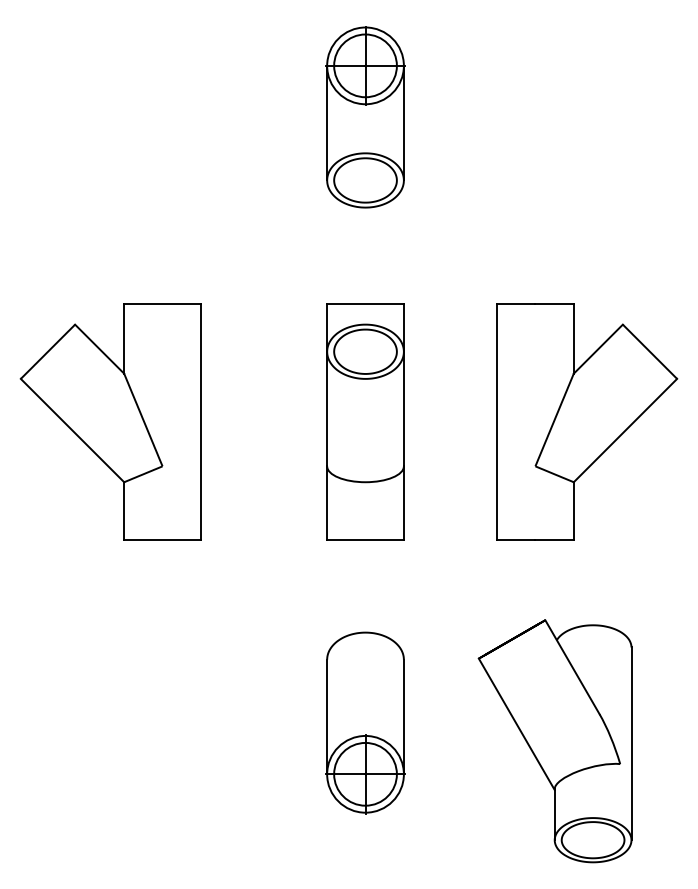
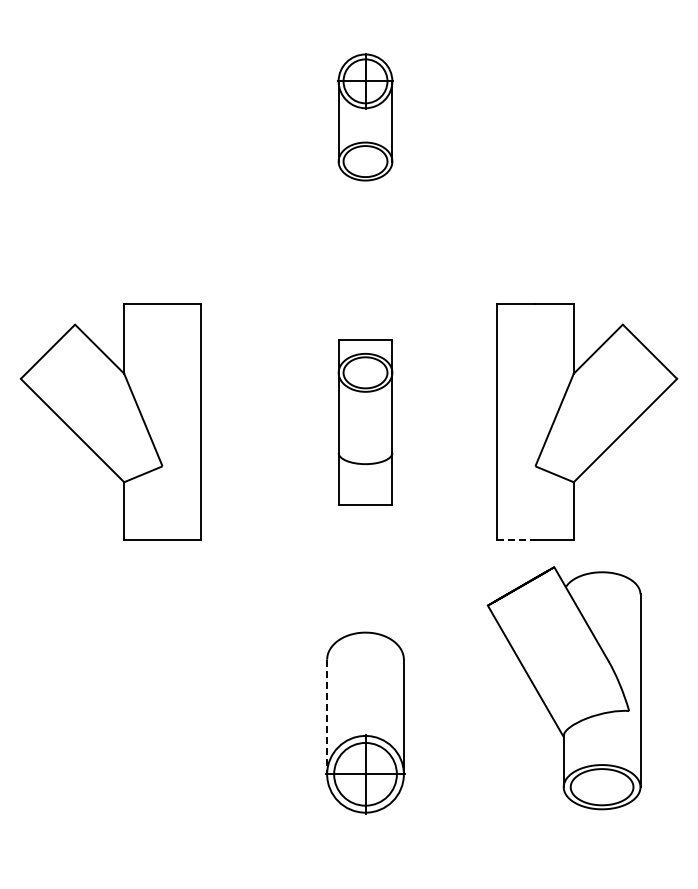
part at (365, 117) size: 81x183 px -> 57x129 px
part at (365, 421) size: 79x238 px -> 57x167 px
line at (516, 540): solid -> dashed
line at (327, 717): solid -> dashed
part at (554, 741) position: (554, 741) -> (563, 688)
